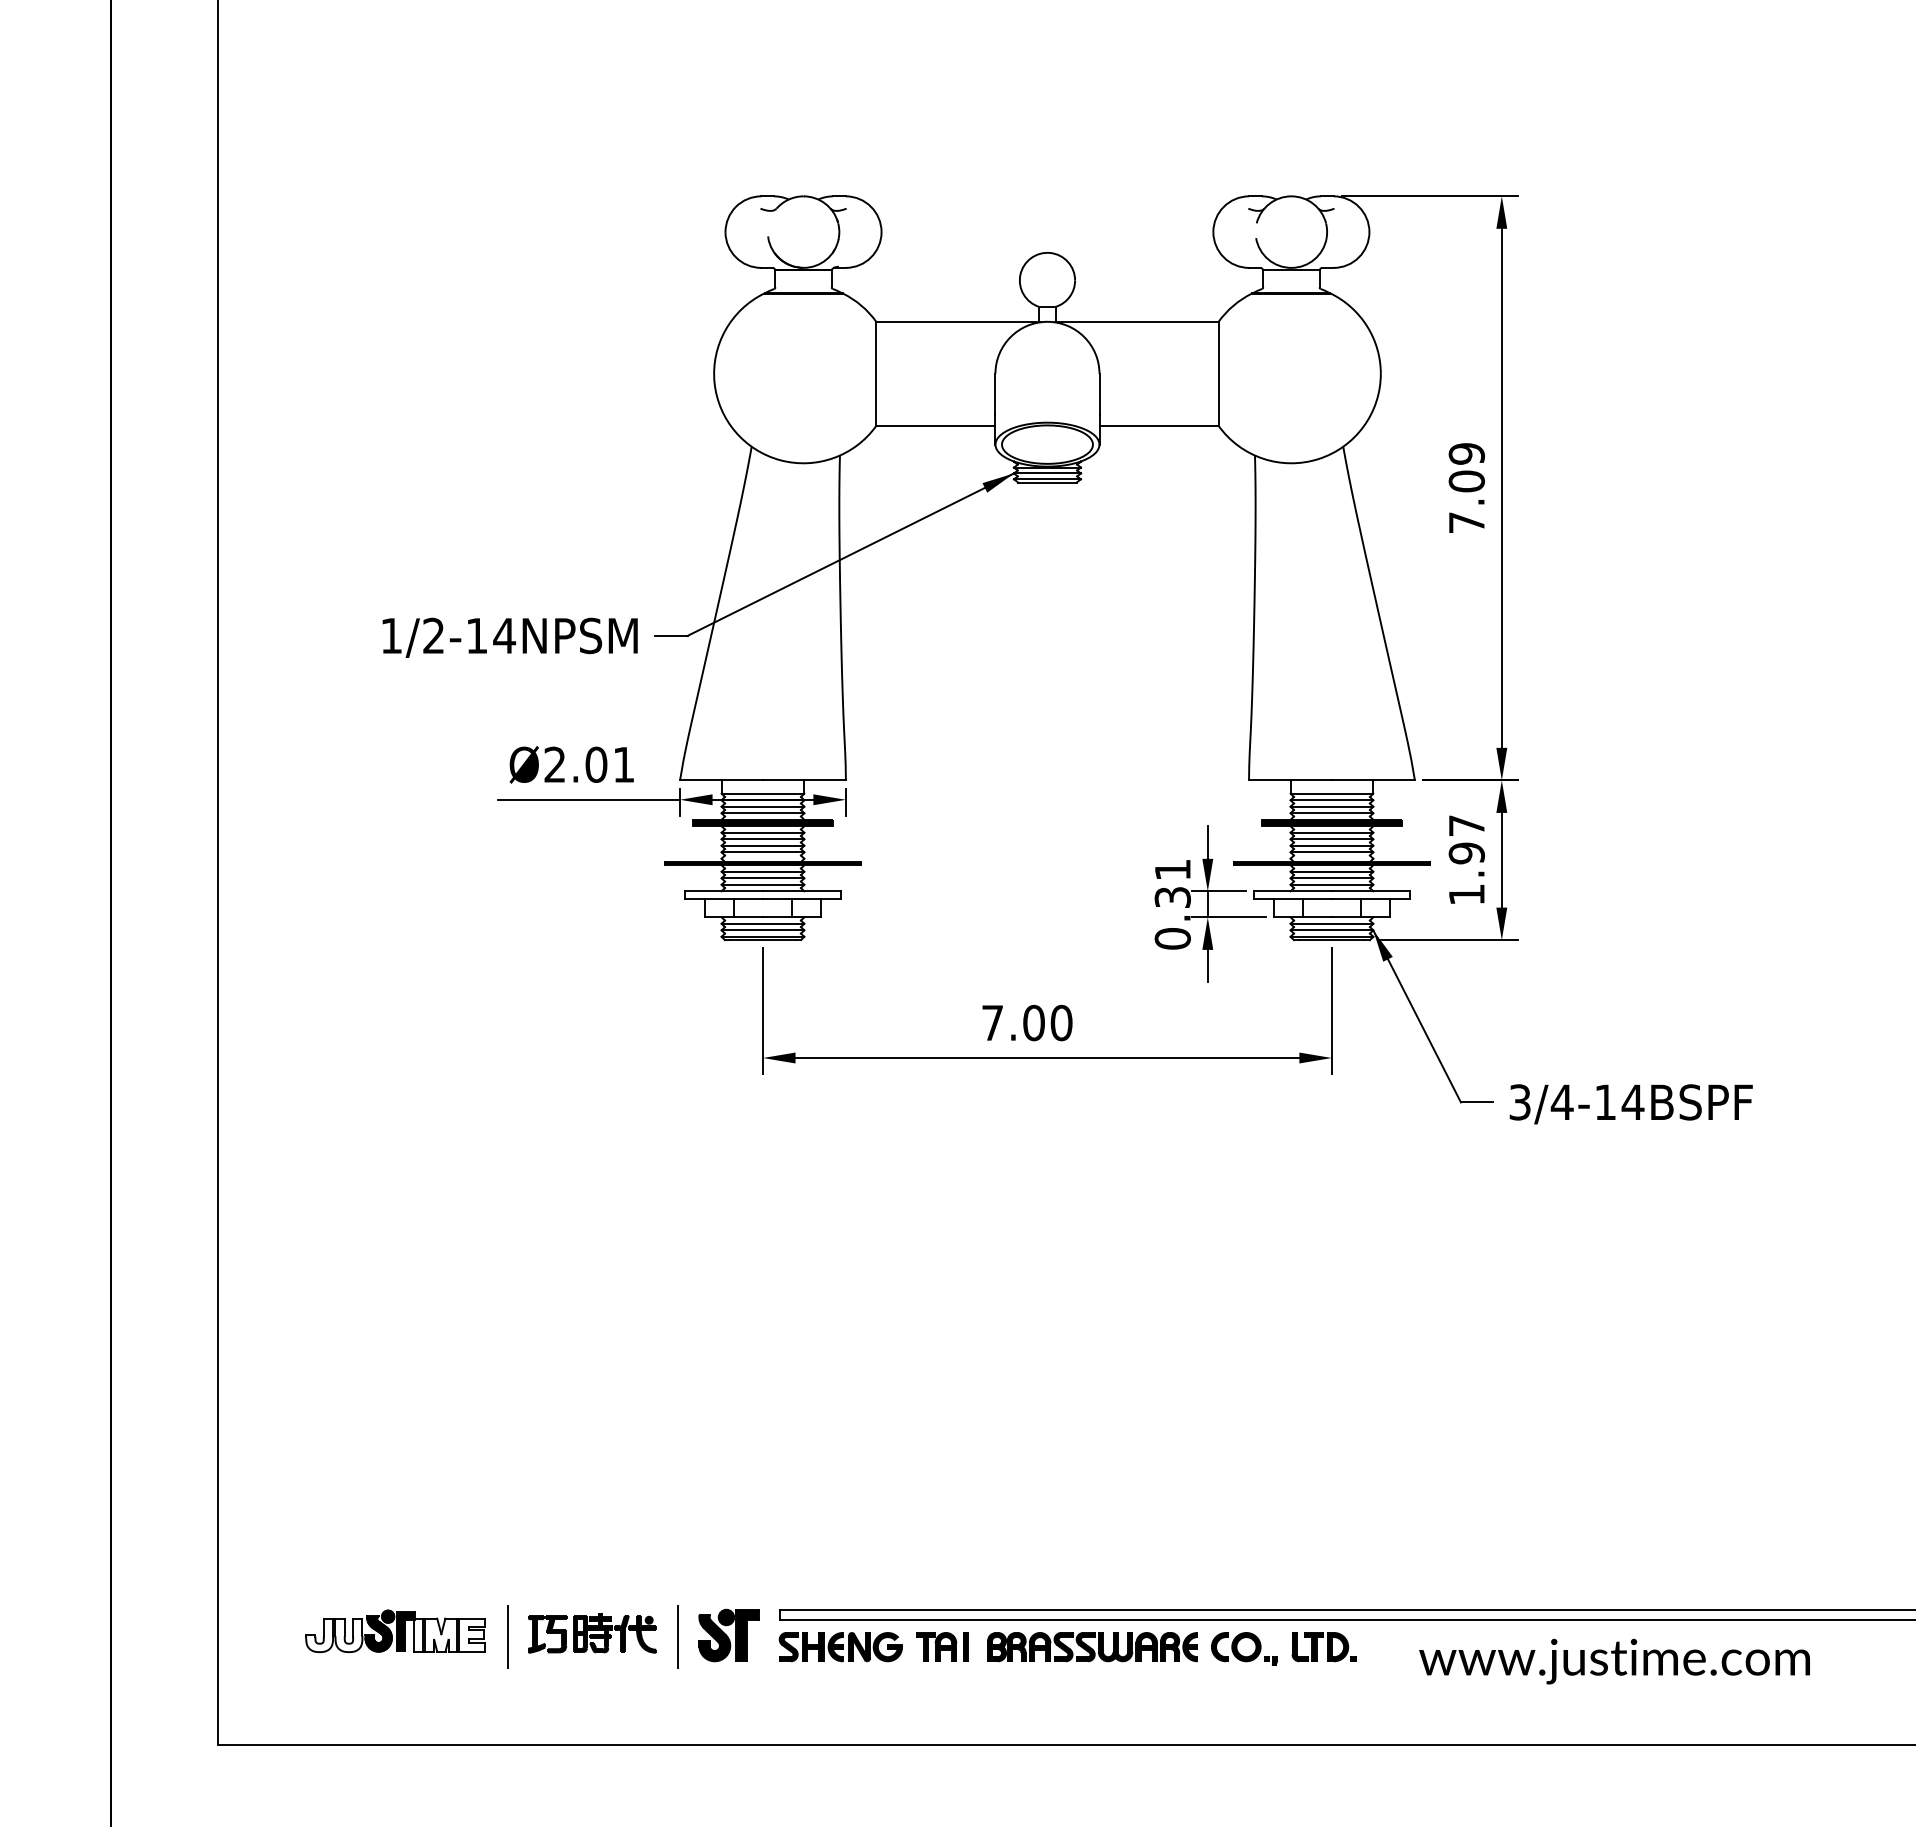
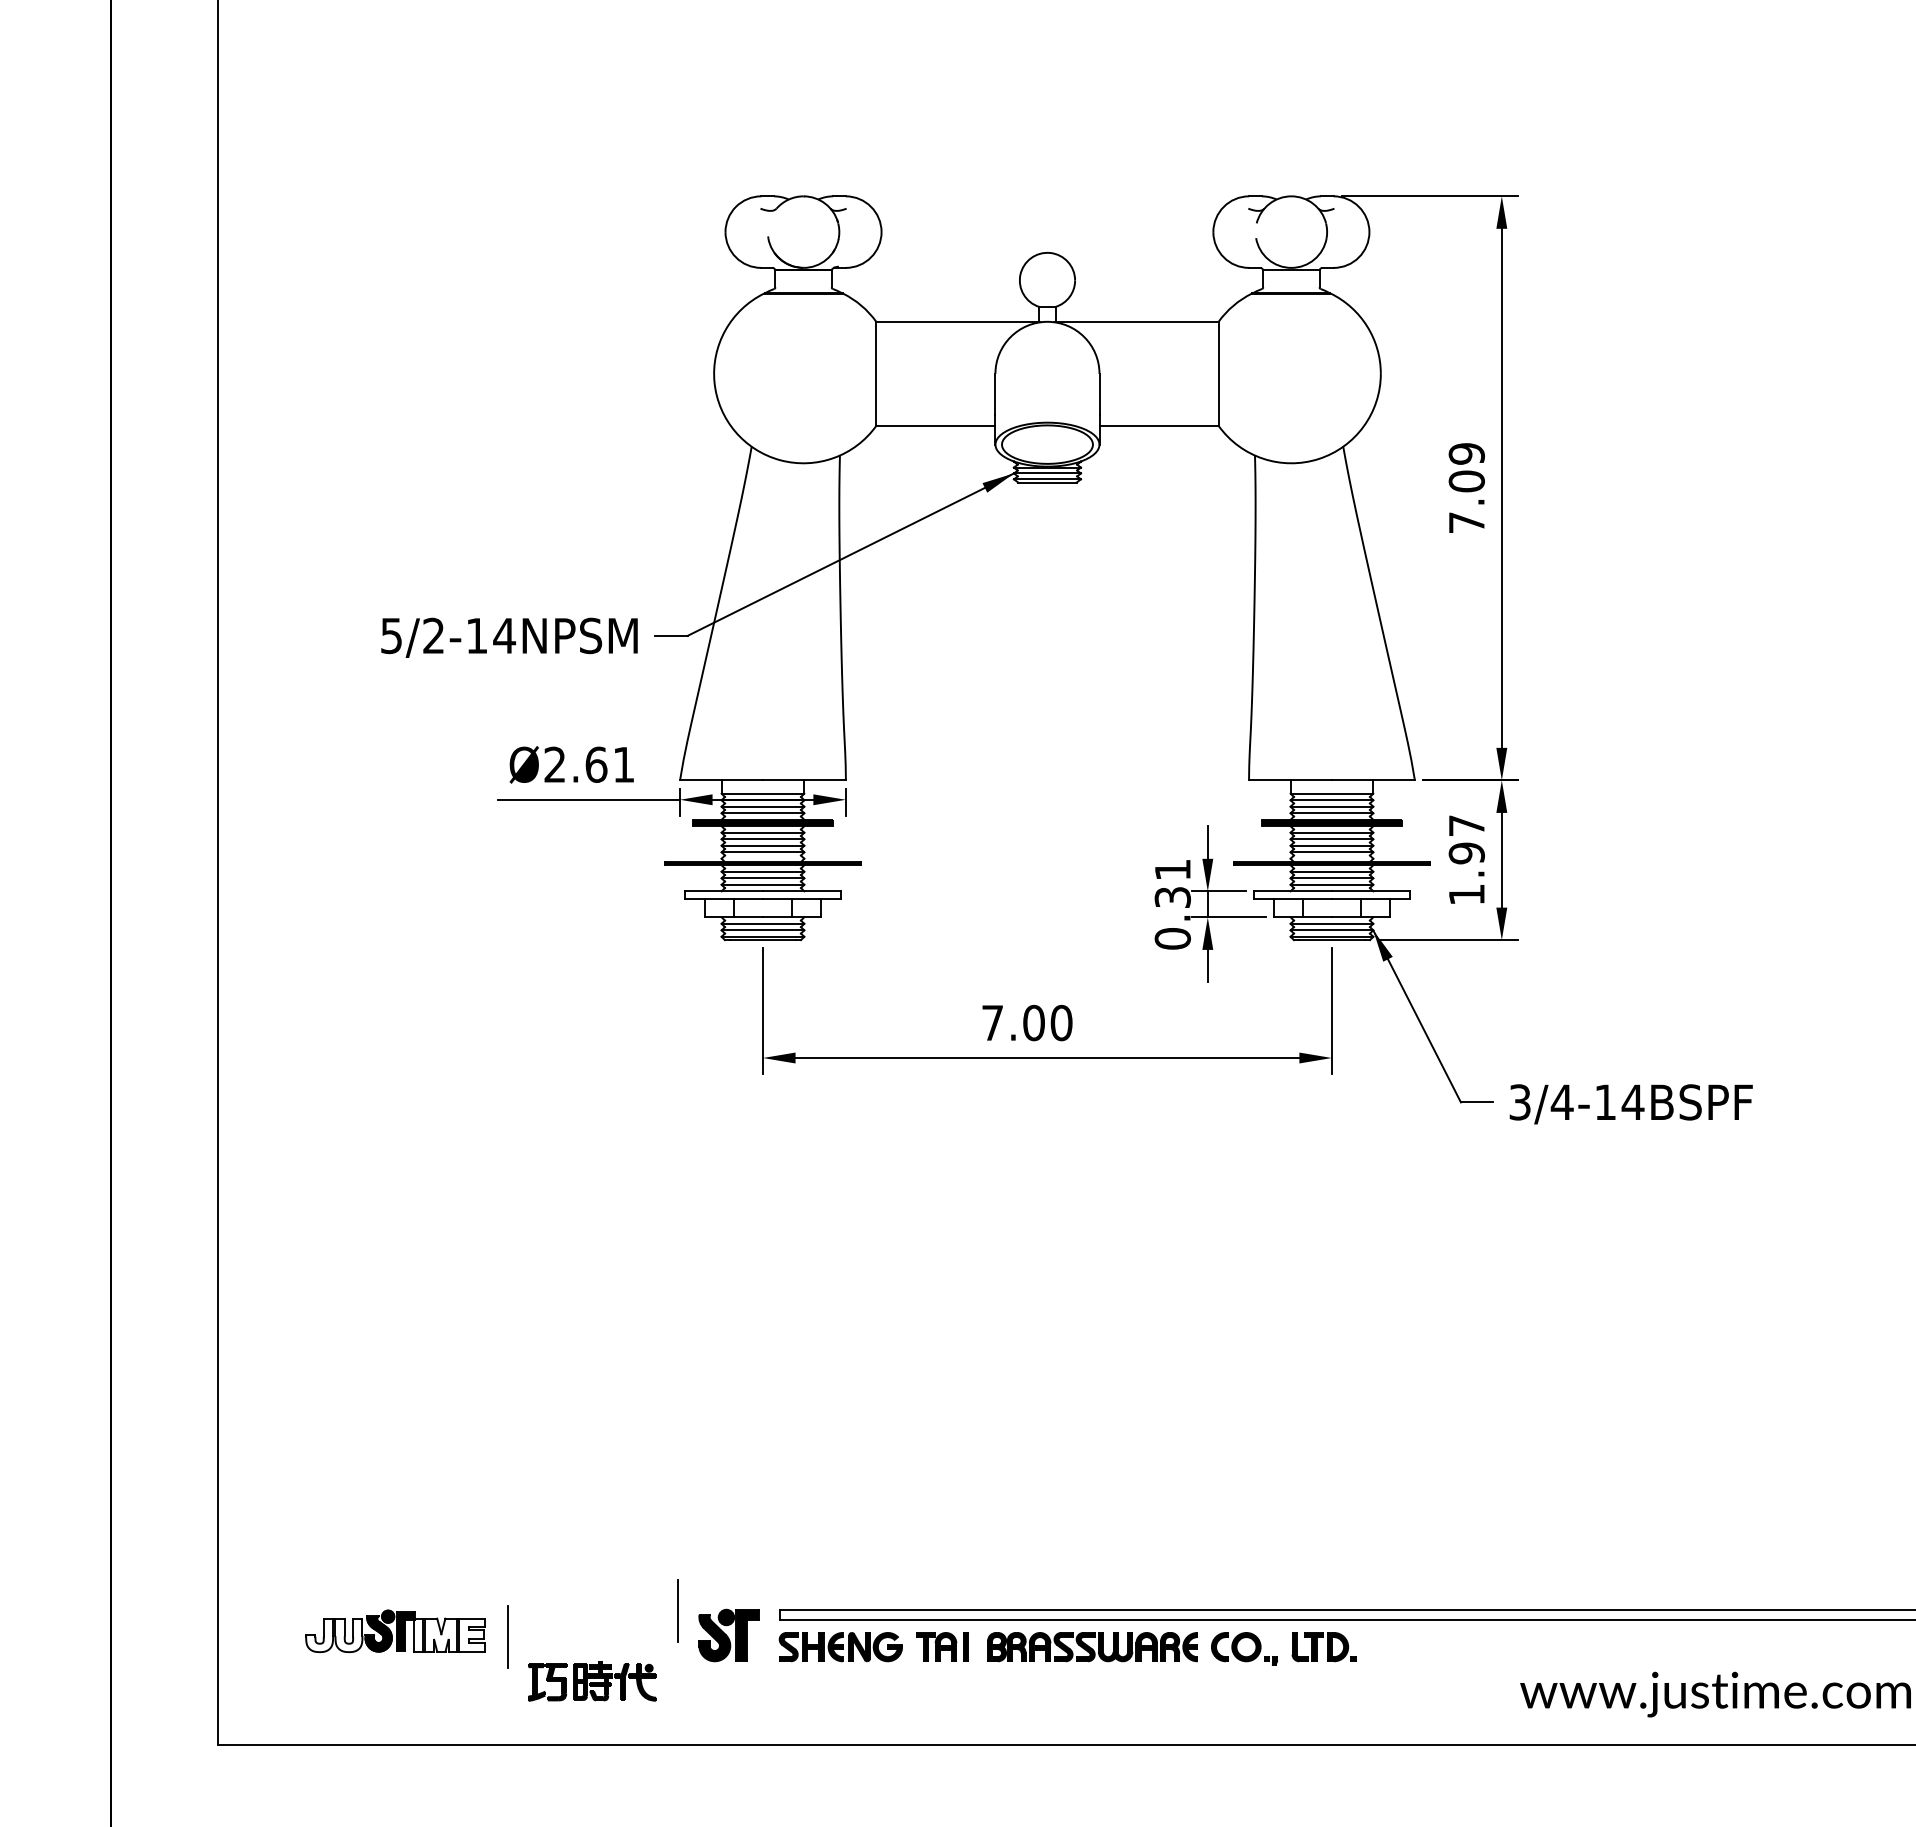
text at (391, 636): 1/2-14NPSM -> 5/2-14NPSM
text at (596, 764): Ø2.01 -> Ø2.61
part at (592, 1633) position: (592, 1633) -> (592, 1681)
line at (677, 1636) position: (677, 1636) -> (677, 1610)
text at (1614, 1661) position: (1614, 1661) -> (1715, 1694)
